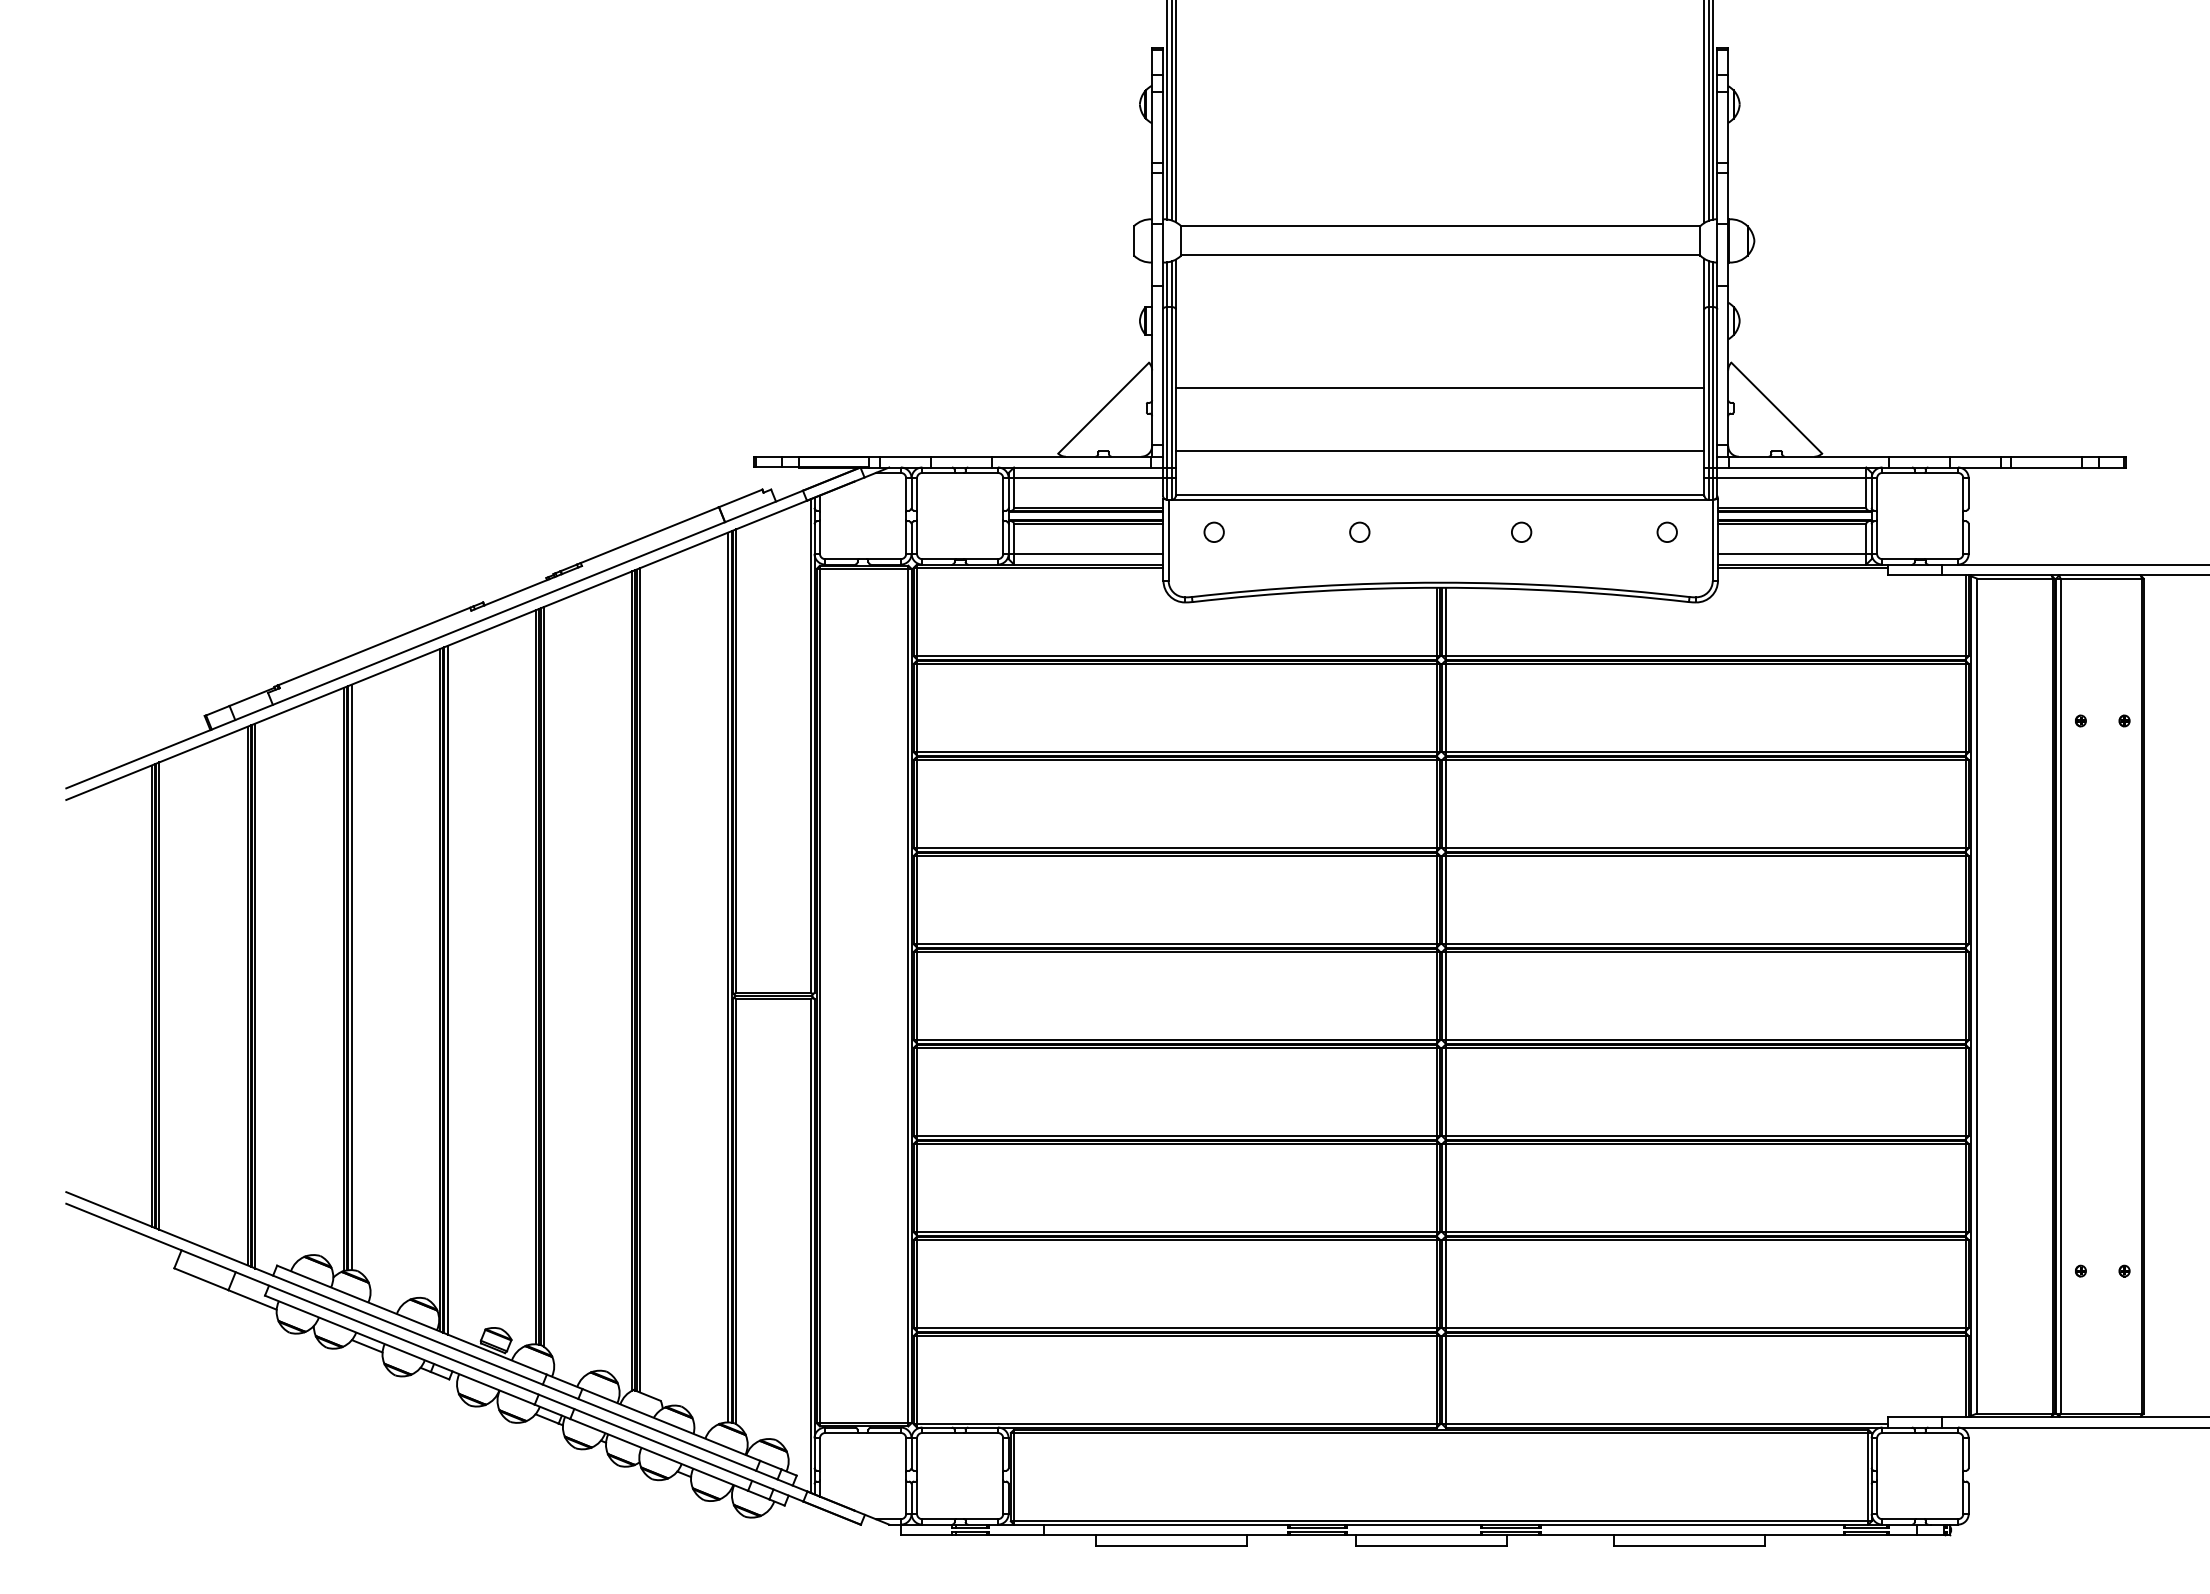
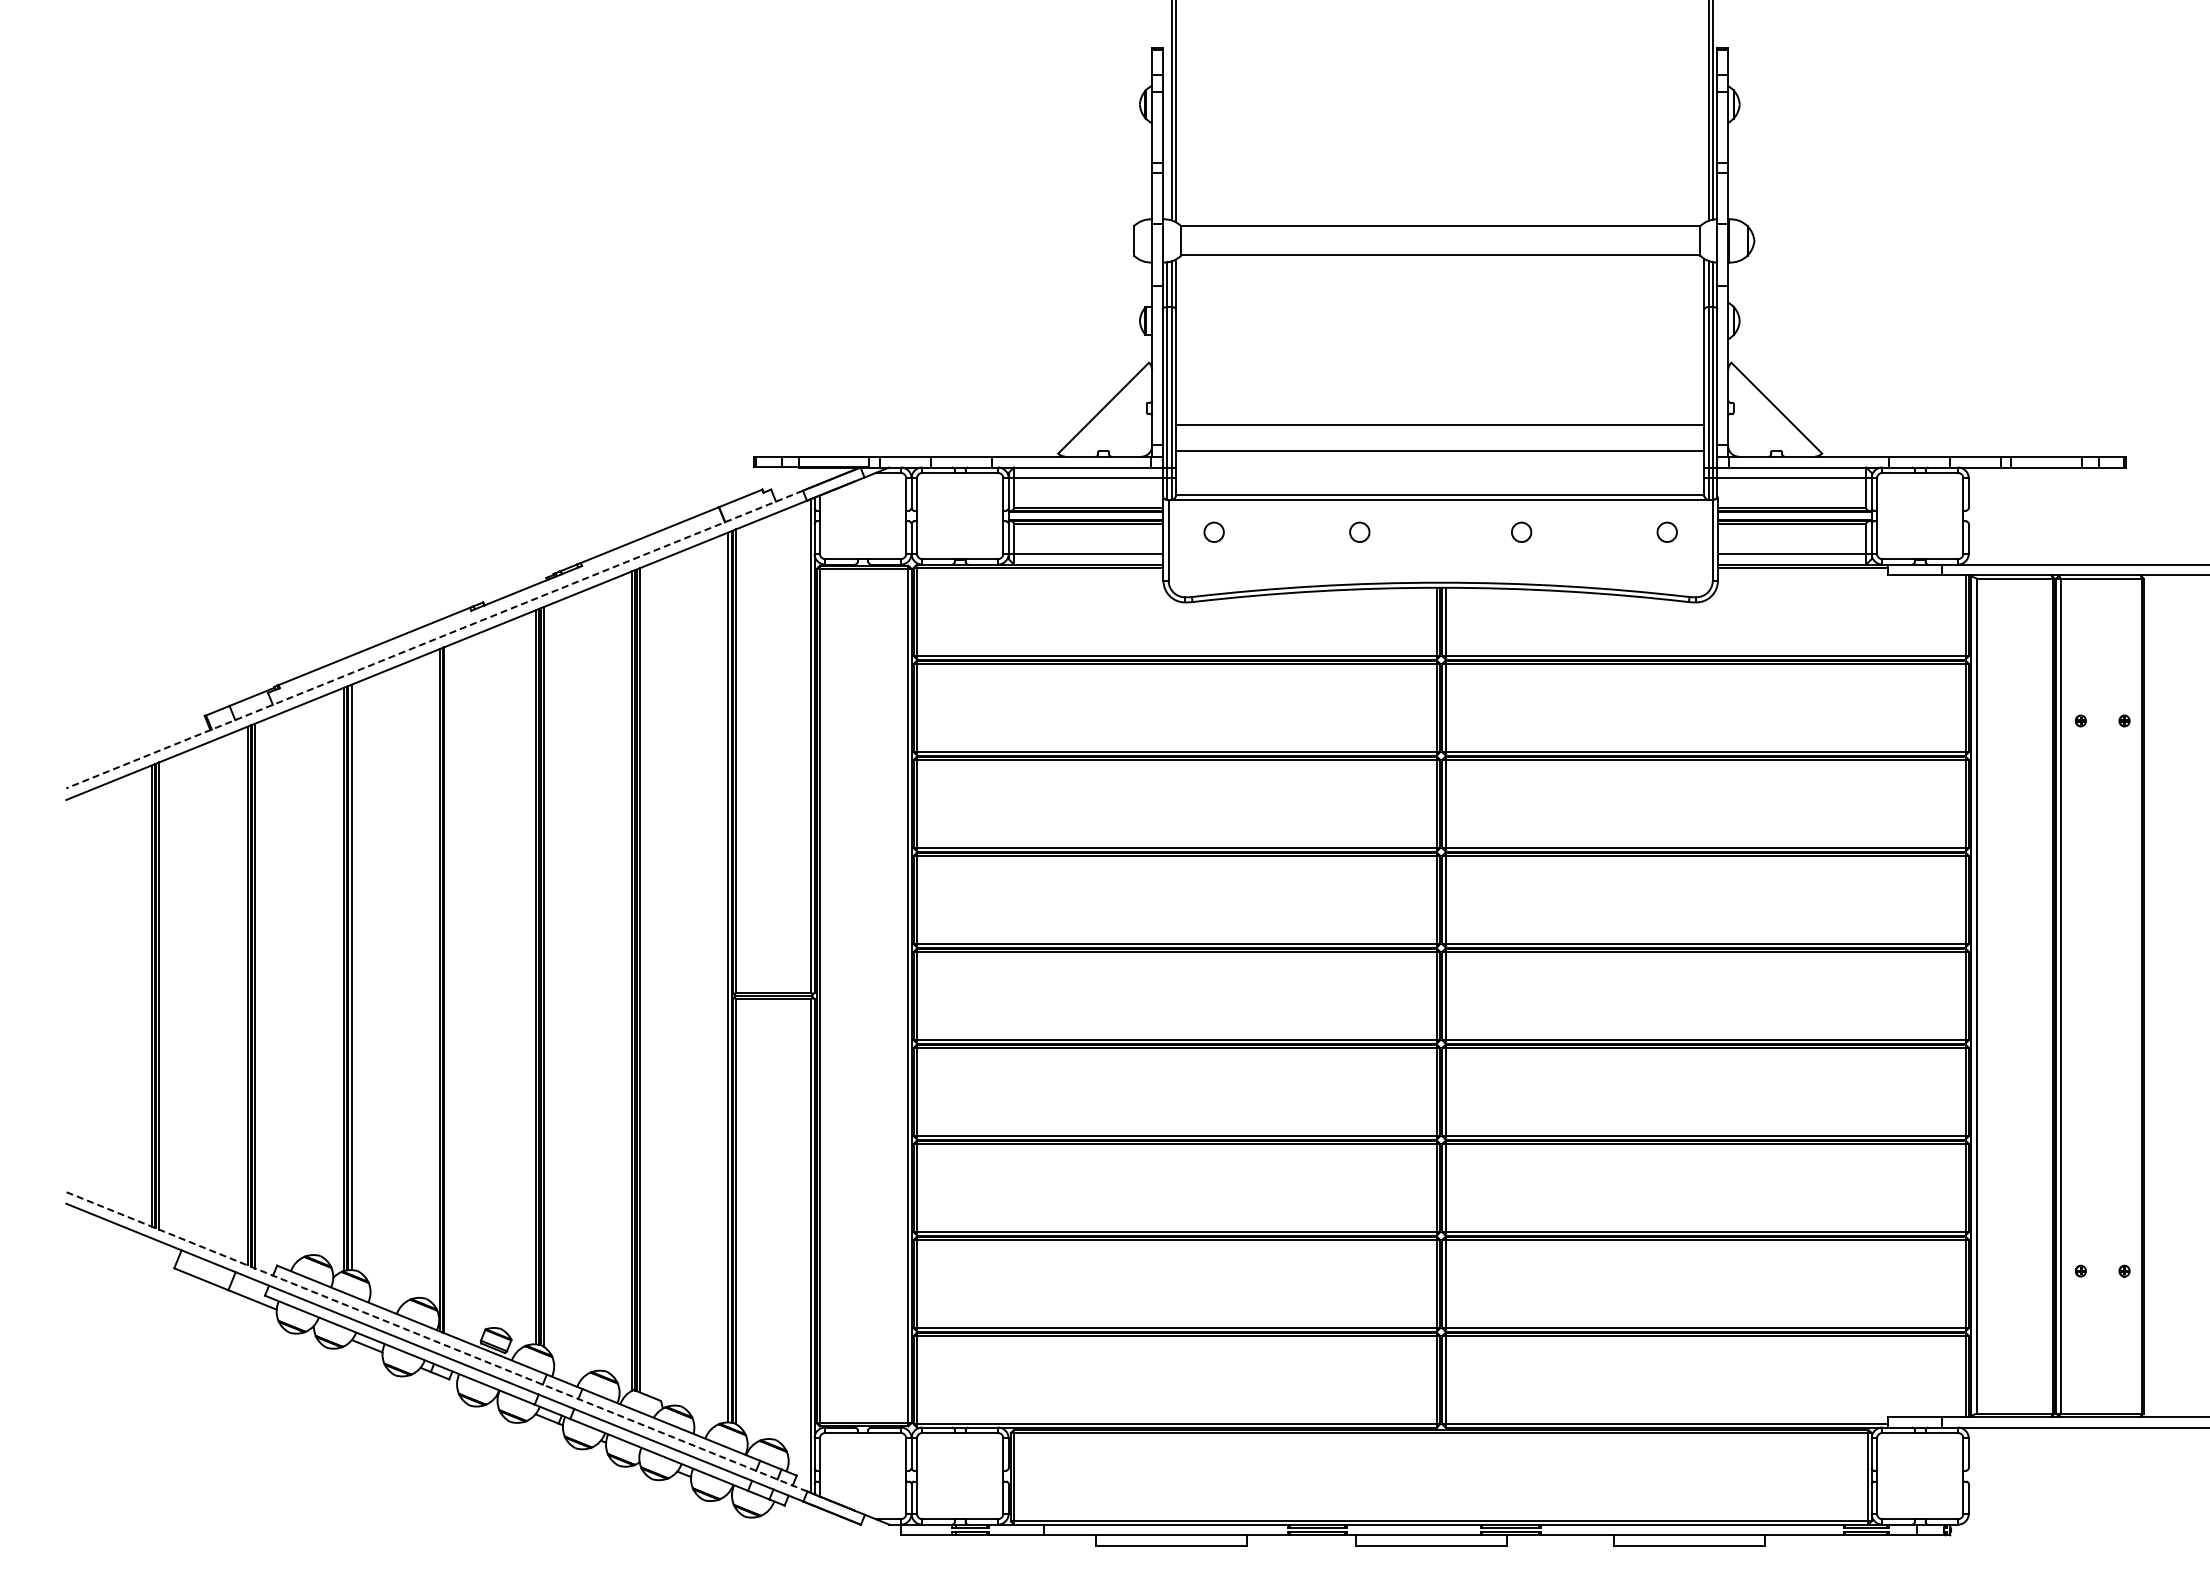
line at (1167, 110): present -> none
line at (1704, 112): present -> none
line at (1439, 387) position: (1439, 387) -> (1439, 424)
line at (434, 639): solid -> dashed
line at (447, 989): present -> none
line at (436, 1341): solid -> dashed
